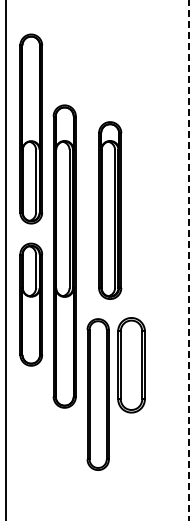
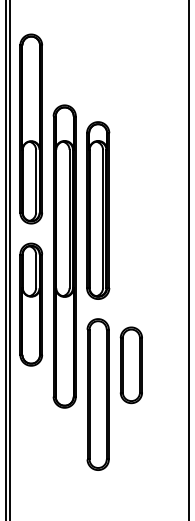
part at (110, 210) position: (110, 210) -> (98, 210)
line at (10, 259): none -> present
line at (188, 260): dashed -> solid
part at (131, 365) size: 29x97 px -> 24x79 px
